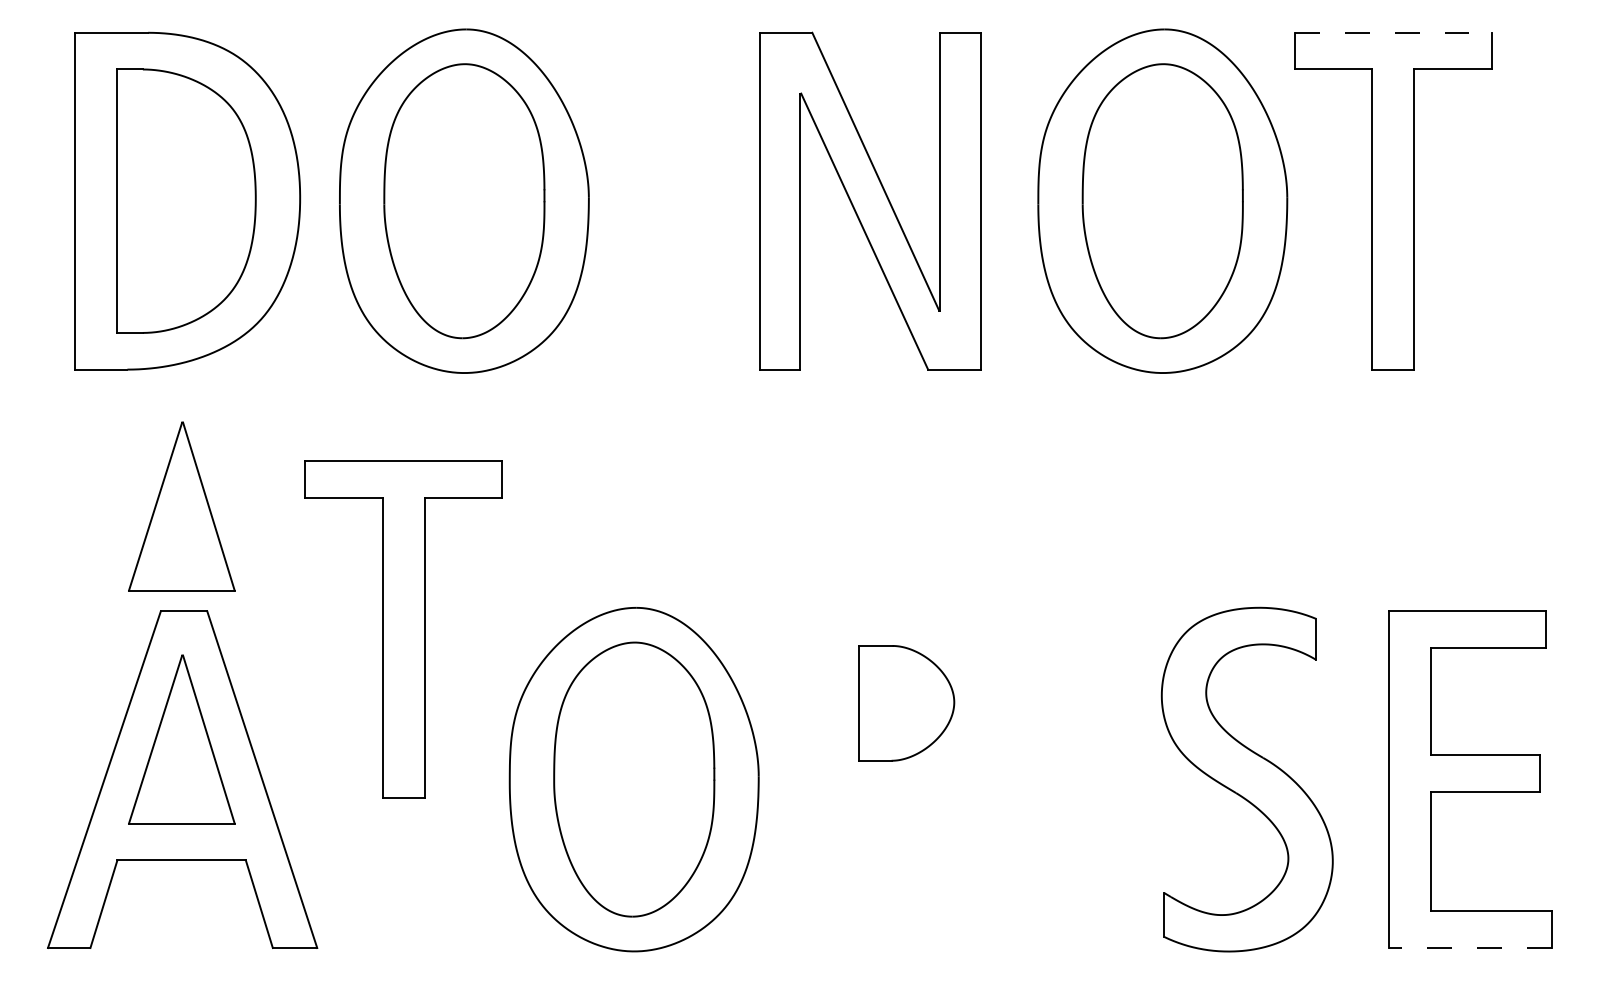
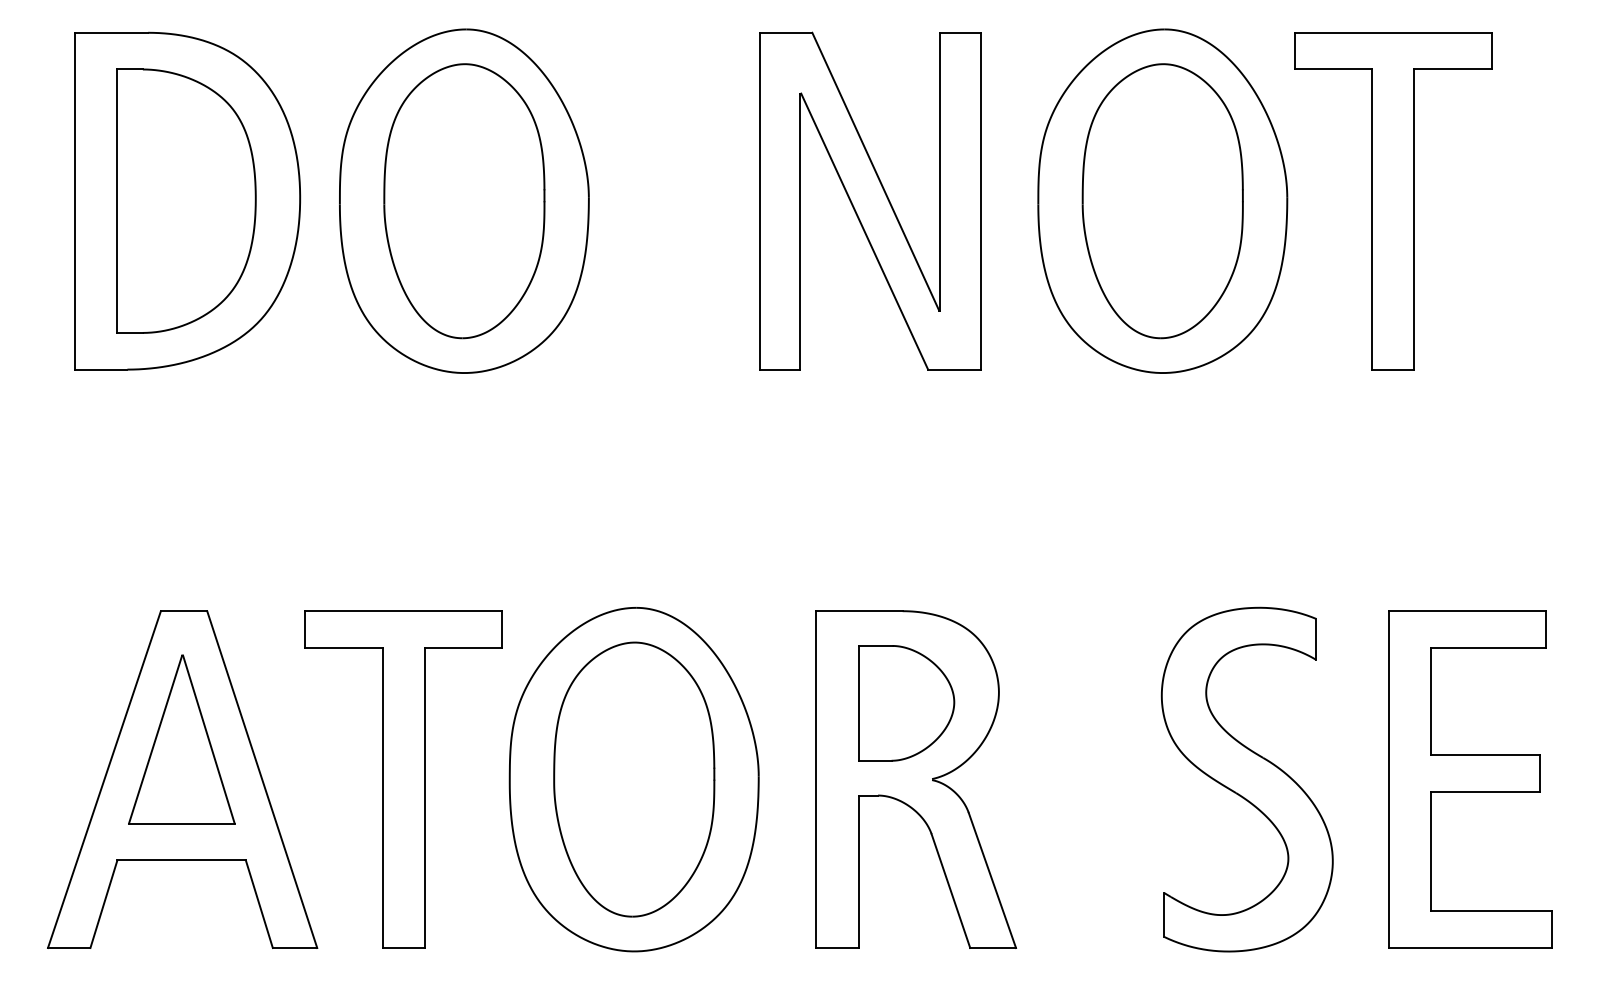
line at (1393, 32): dashed -> solid
part at (181, 506): present -> none
part at (403, 629) position: (403, 629) -> (403, 779)
part at (916, 779): none -> present
line at (1470, 948): dashed -> solid
